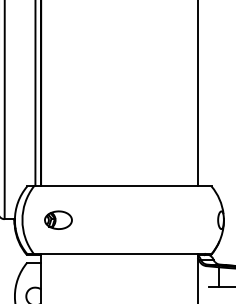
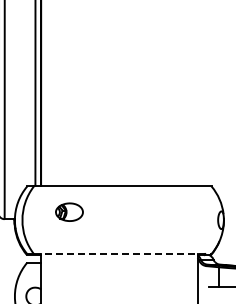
line at (197, 94): present -> none
part at (58, 219) position: (58, 219) -> (69, 211)
line at (122, 254): solid -> dashed
